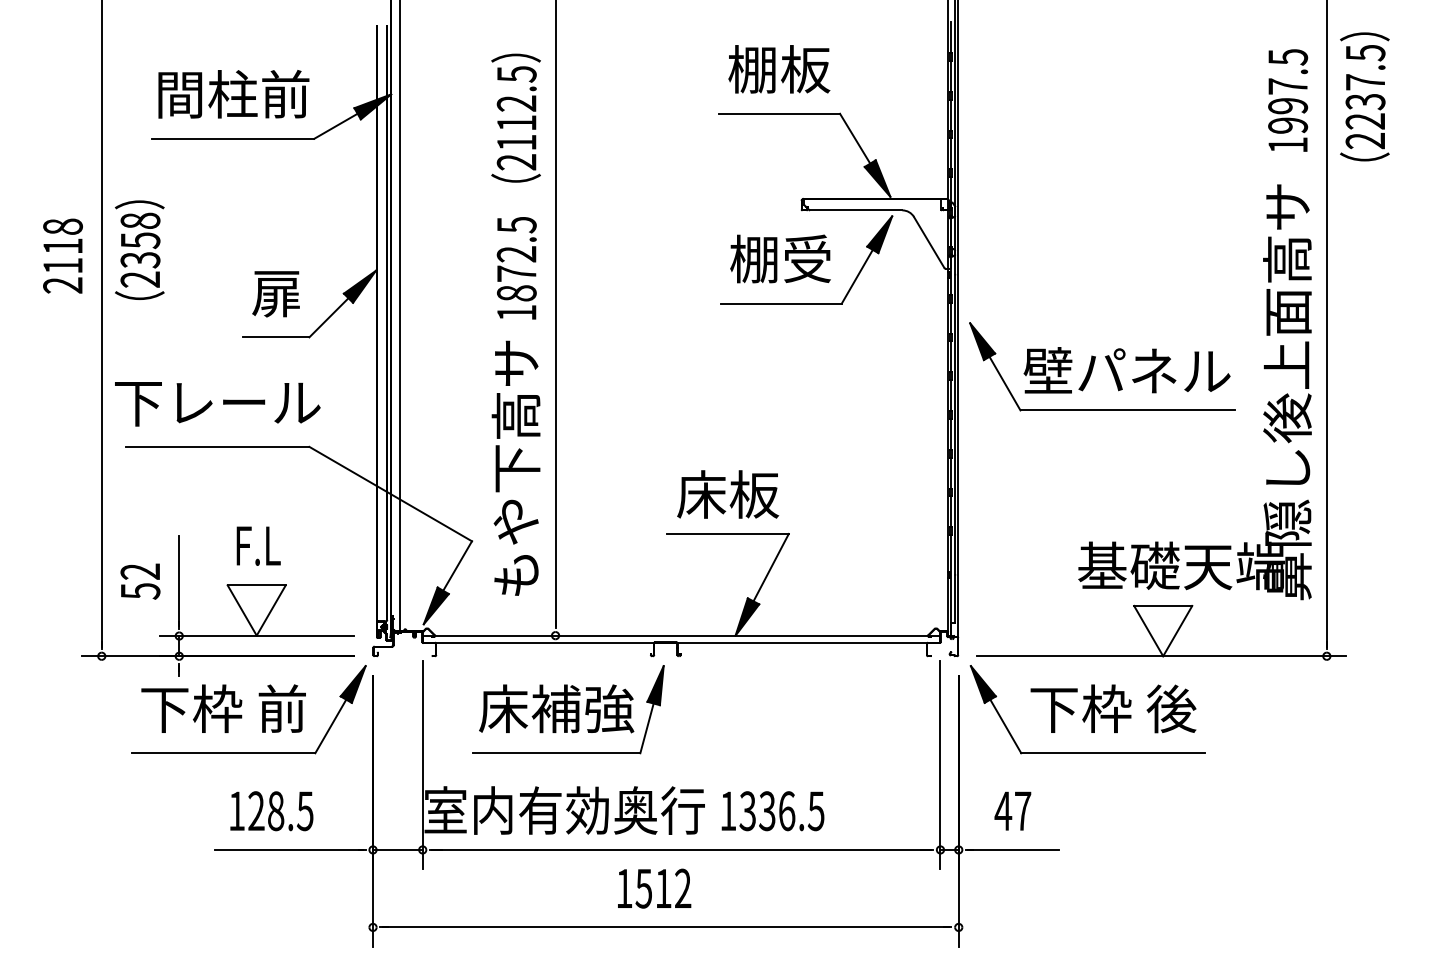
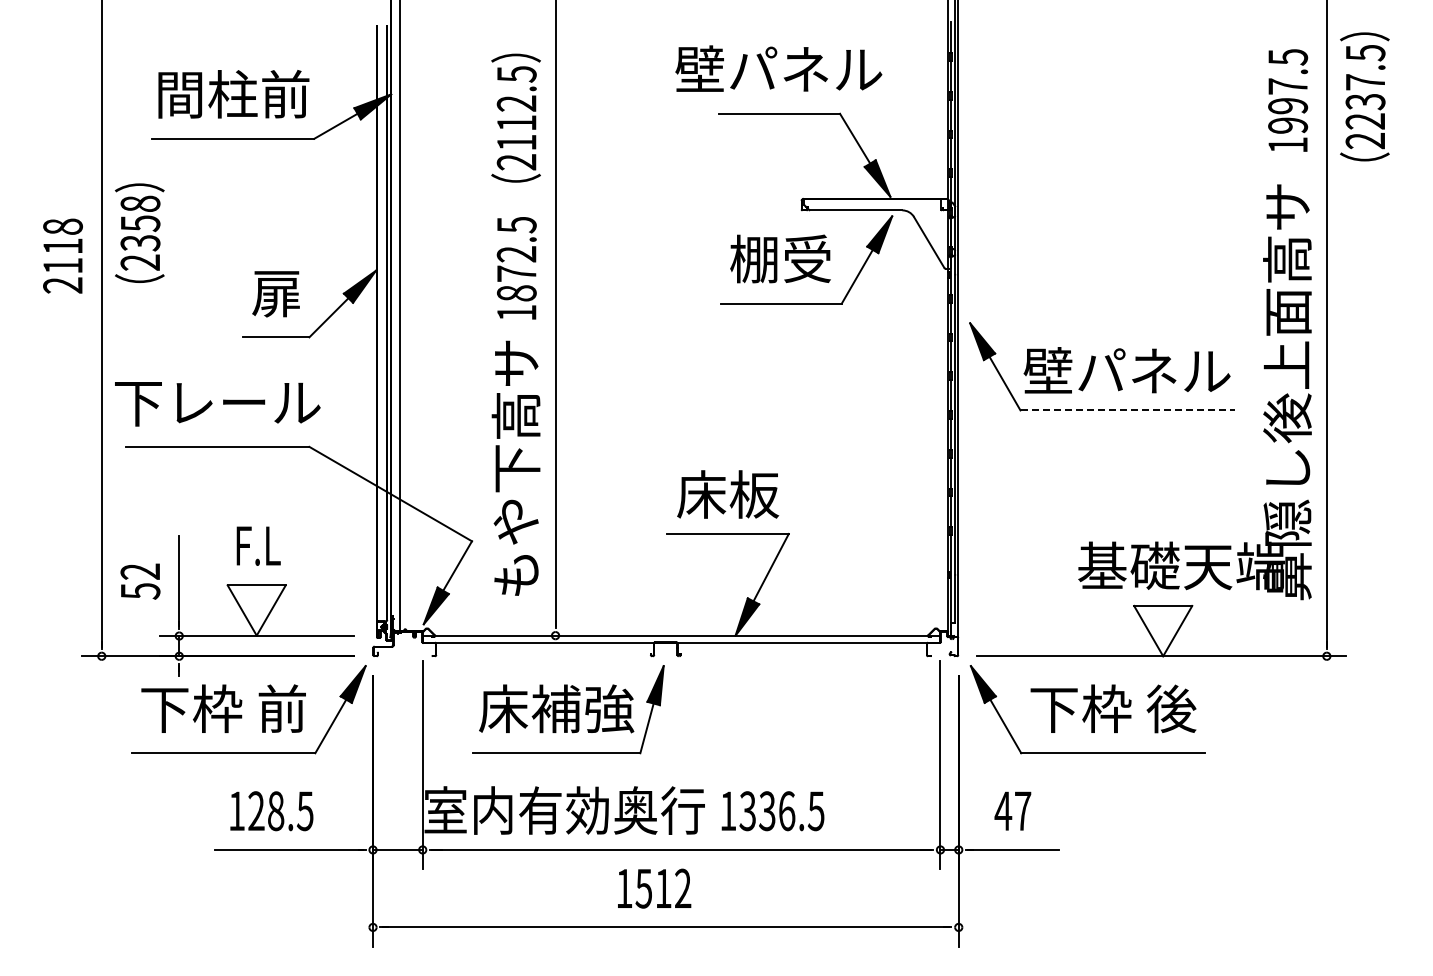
text at (778, 69): 棚板 -> 壁パネル
text at (139, 249) position: (139, 249) -> (139, 232)
line at (1128, 410): solid -> dashed
